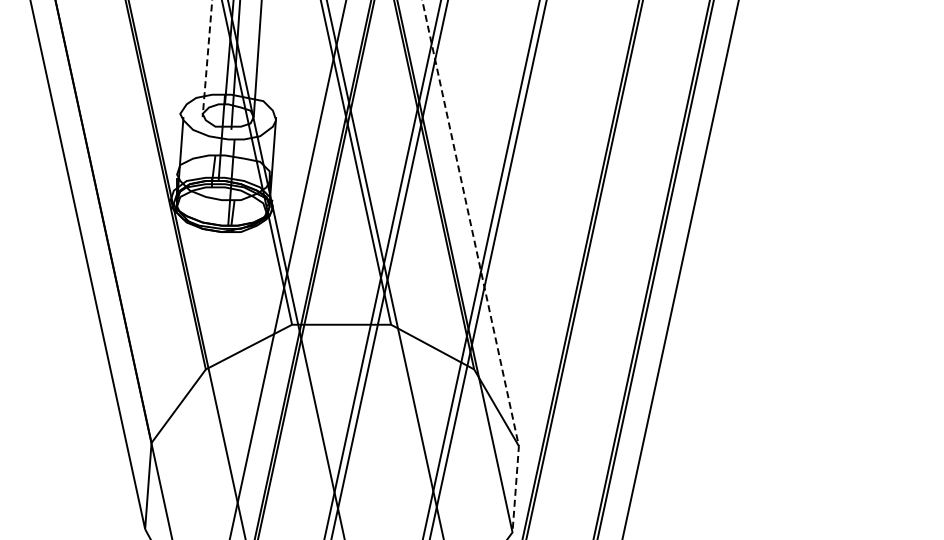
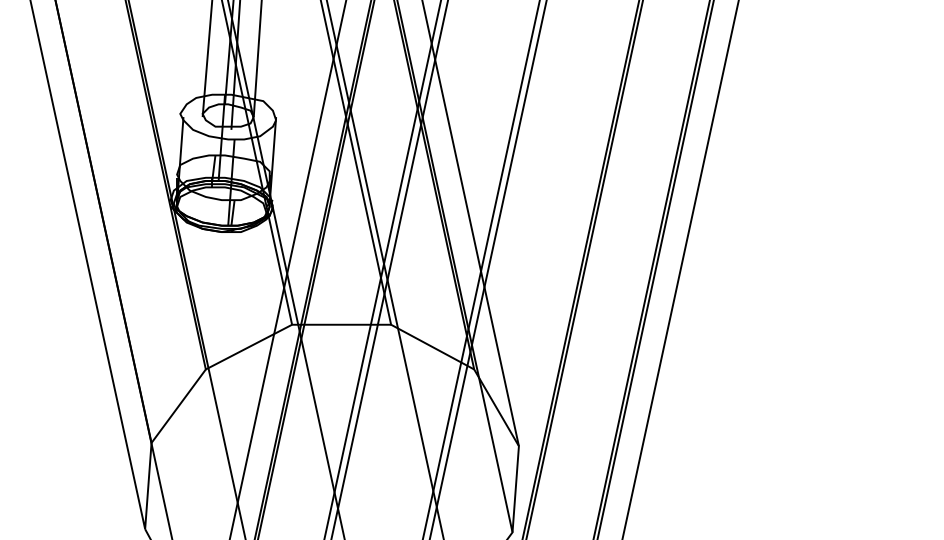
line at (207, 59): dashed -> solid
line at (479, 266): dashed -> solid
